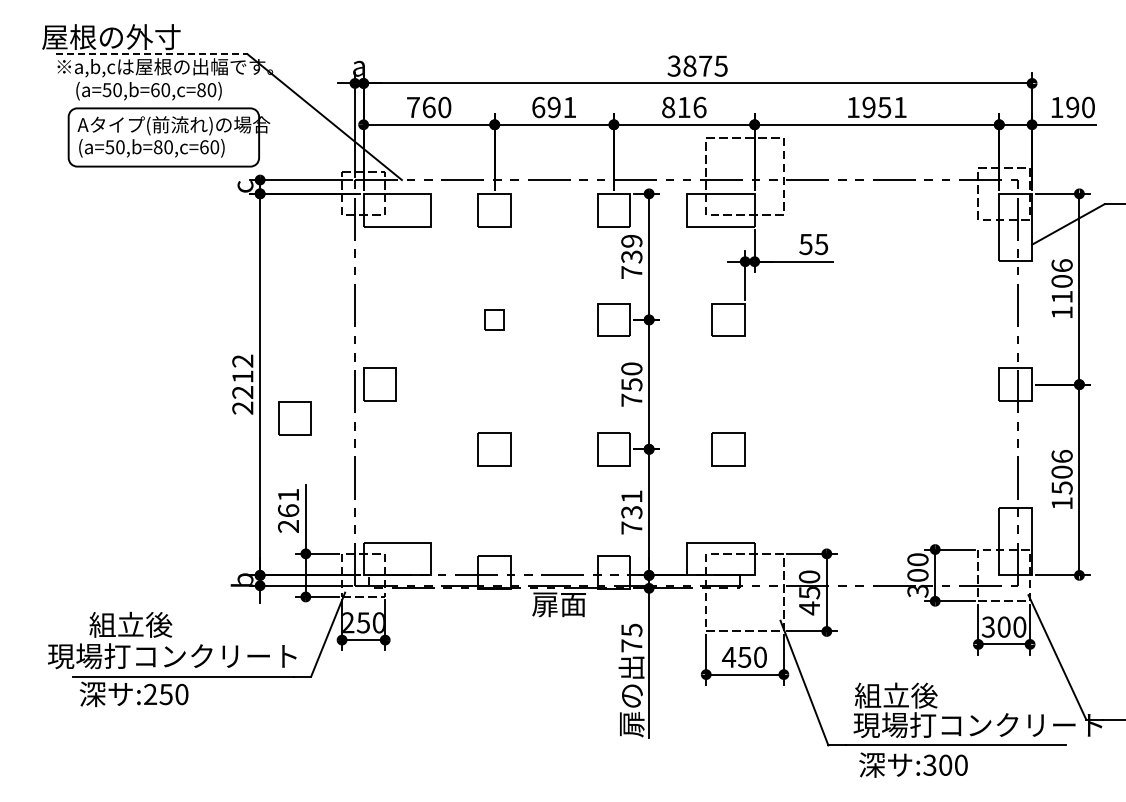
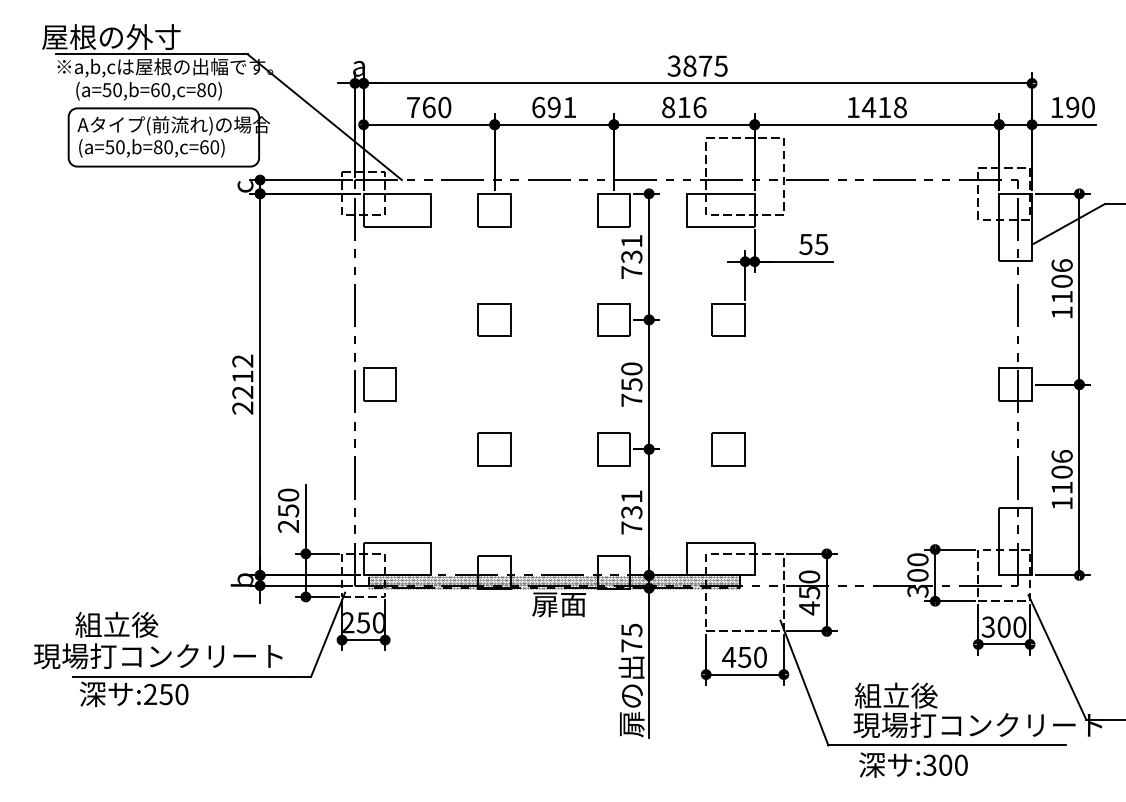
line at (151, 54): dashed -> solid
text at (884, 107): 1951 -> 1418
text at (631, 241): 739 -> 731
part at (494, 319) size: 21x22 px -> 35x34 px
part at (294, 418): present -> none
text at (1061, 487): 1506 -> 1106
text at (288, 502): 261 -> 250
hatch at (553, 582): none -> present
text at (172, 640) position: (172, 640) -> (158, 640)
